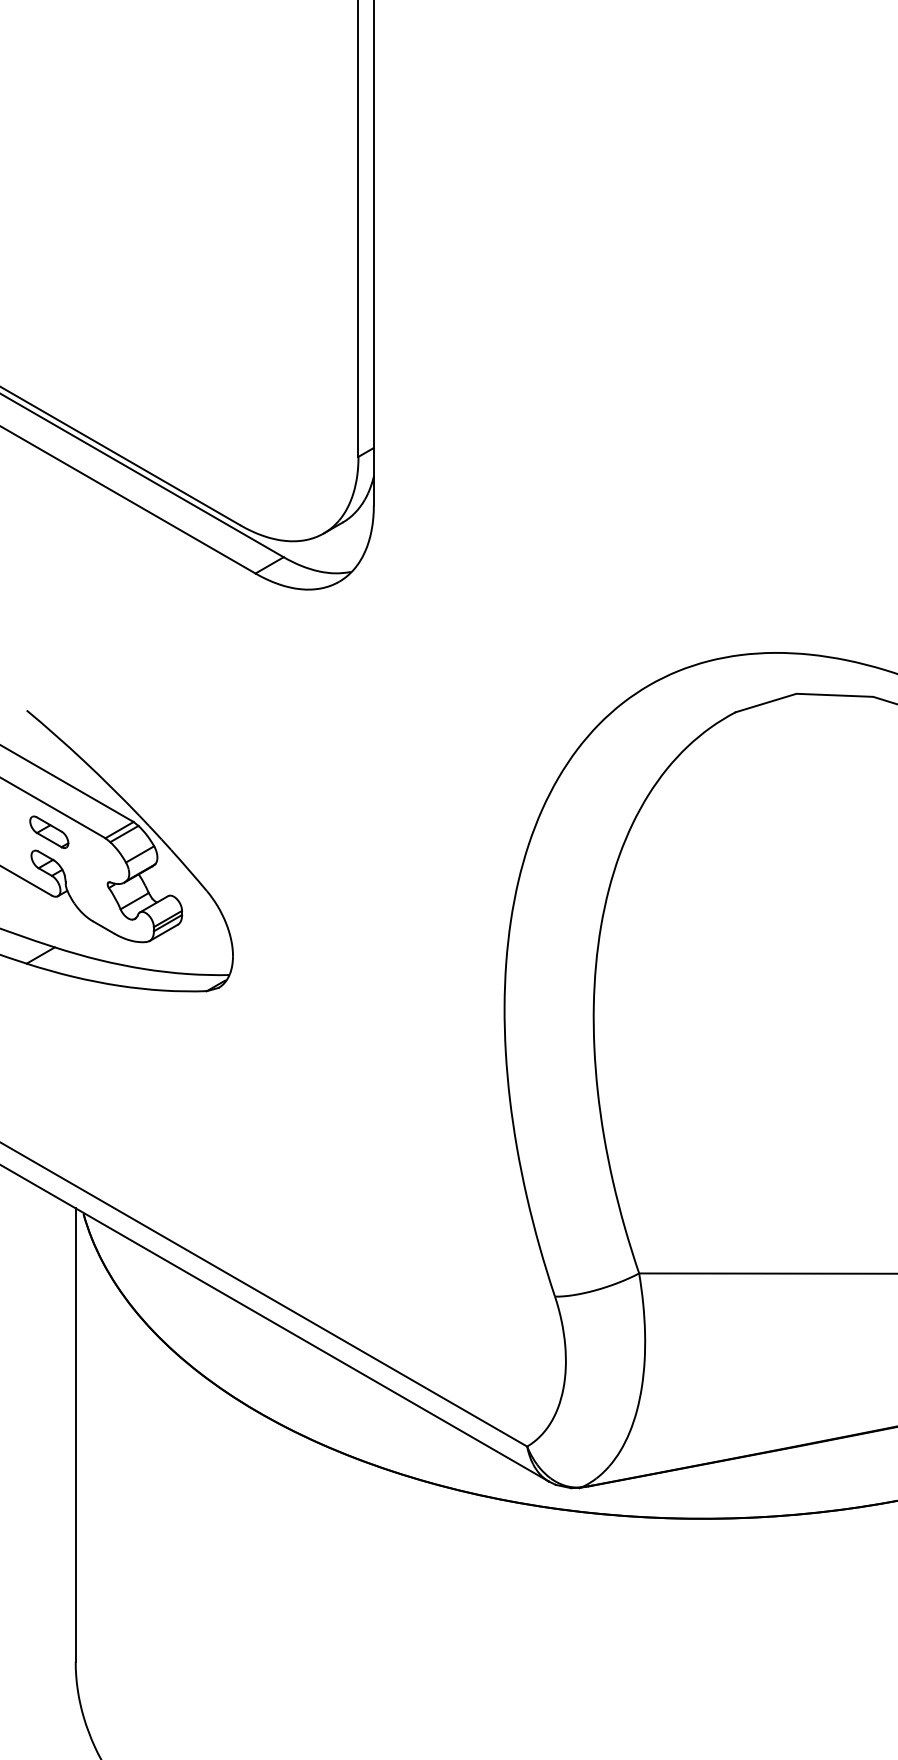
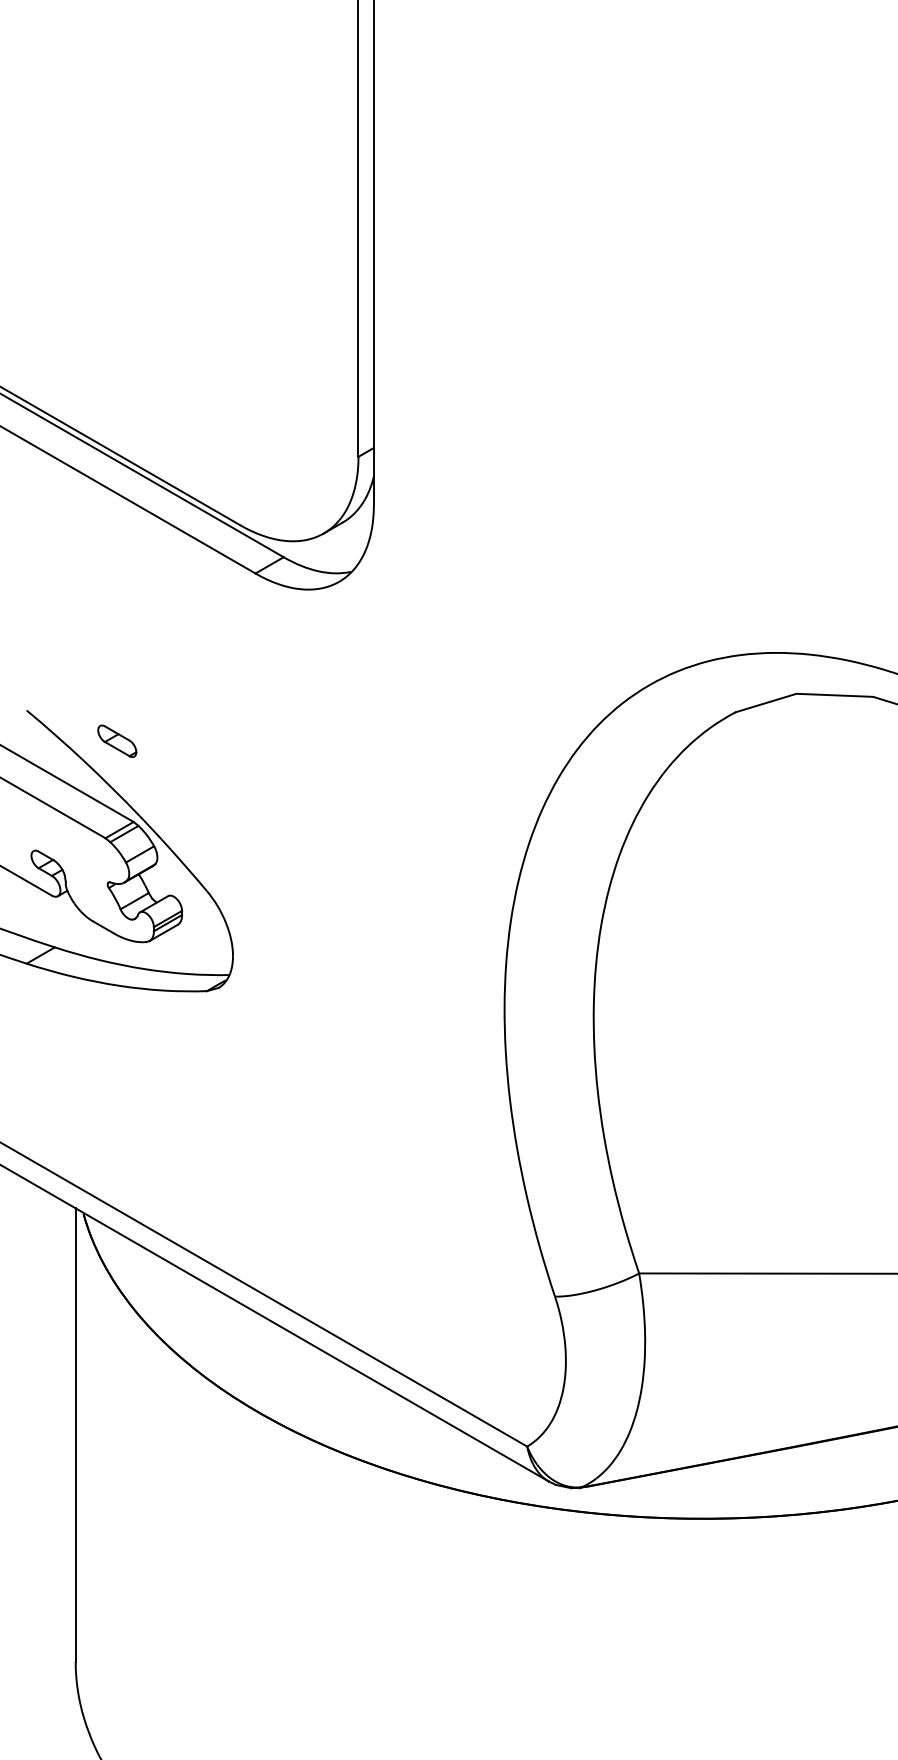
part at (49, 831) position: (49, 831) -> (117, 740)
